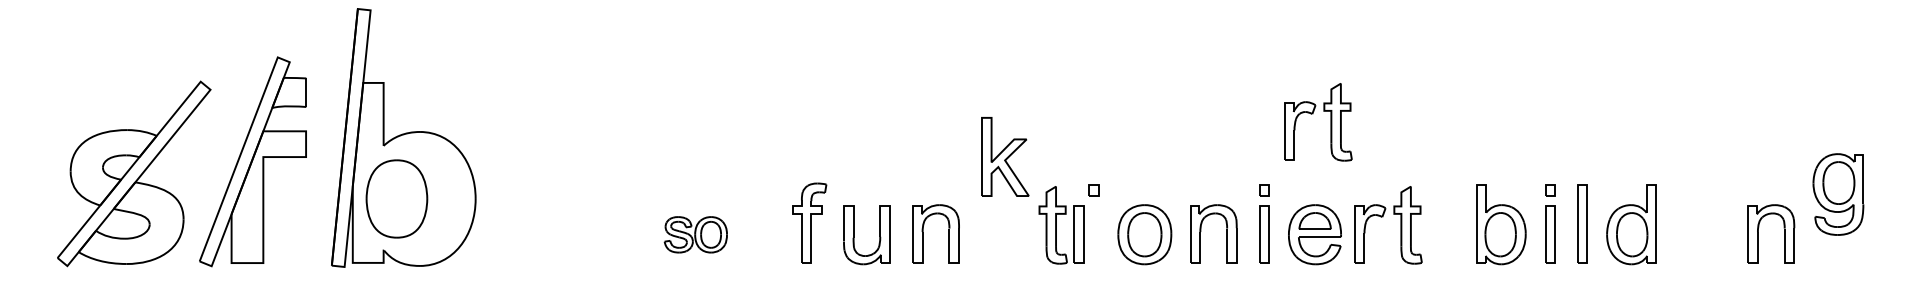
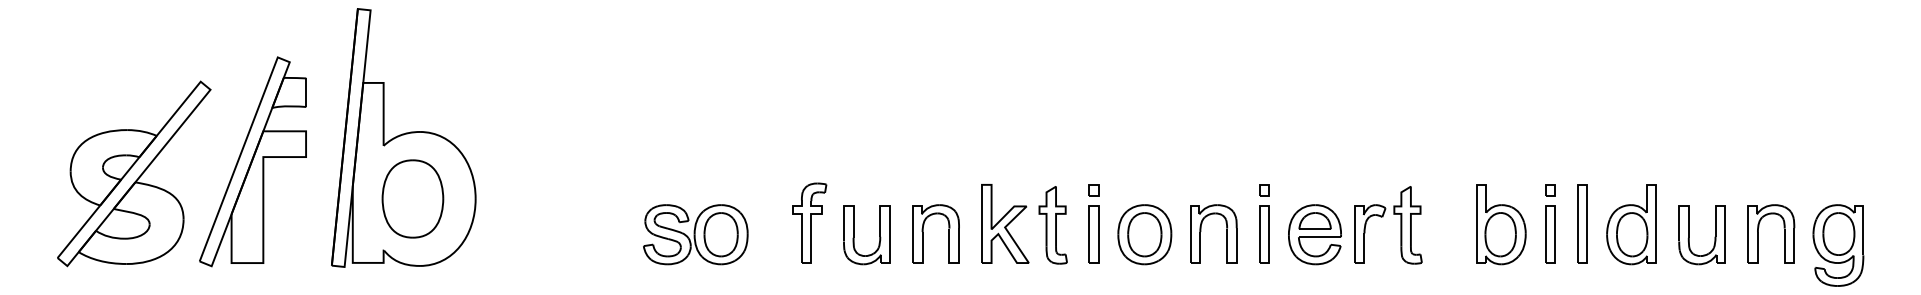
part at (1313, 114): present -> none
part at (1005, 156) position: (1005, 156) -> (1005, 223)
part at (1838, 194) position: (1838, 194) -> (1838, 245)
part at (396, 198) position: (396, 198) -> (412, 198)
part at (695, 234) size: 65x38 px -> 106x62 px
part at (1078, 234) position: (1078, 234) -> (1093, 234)
part at (1689, 235): none -> present
